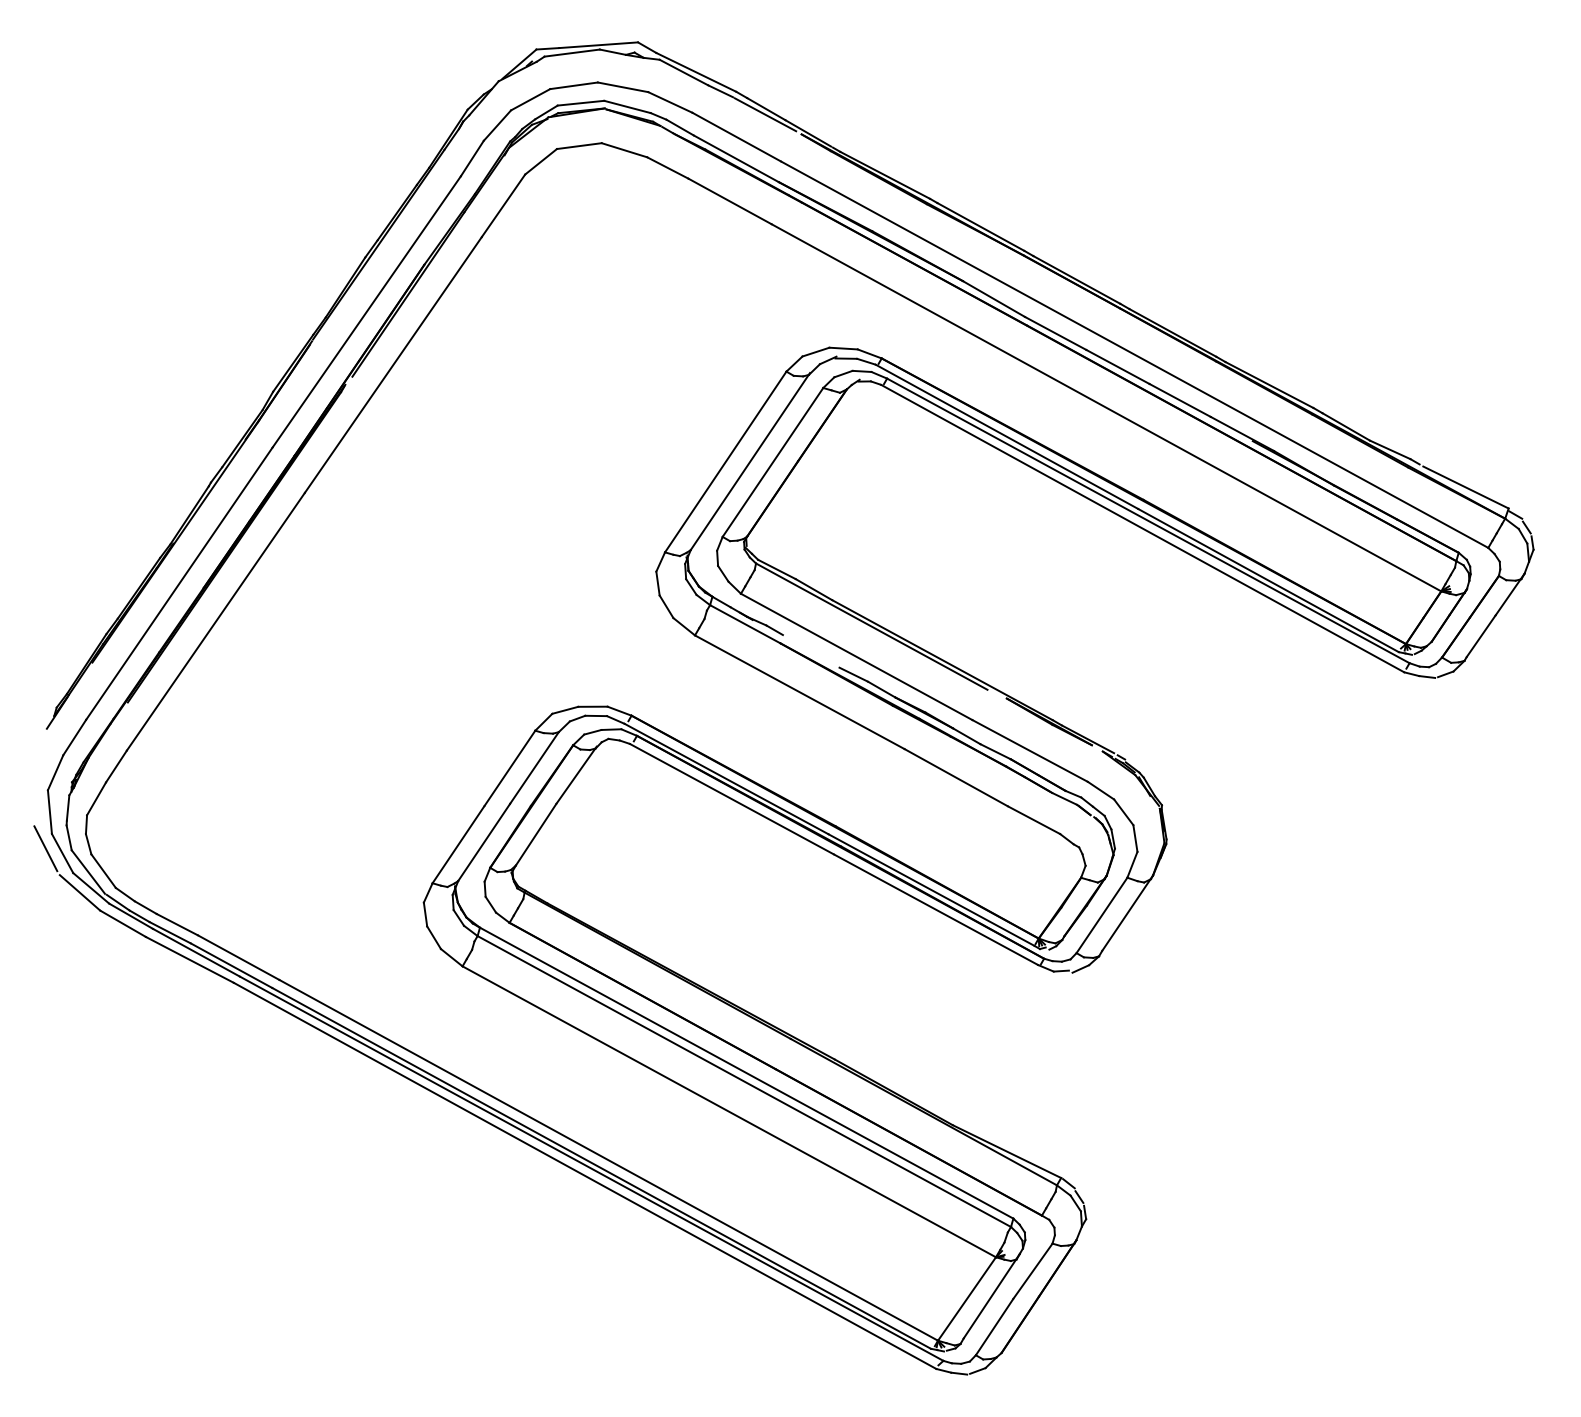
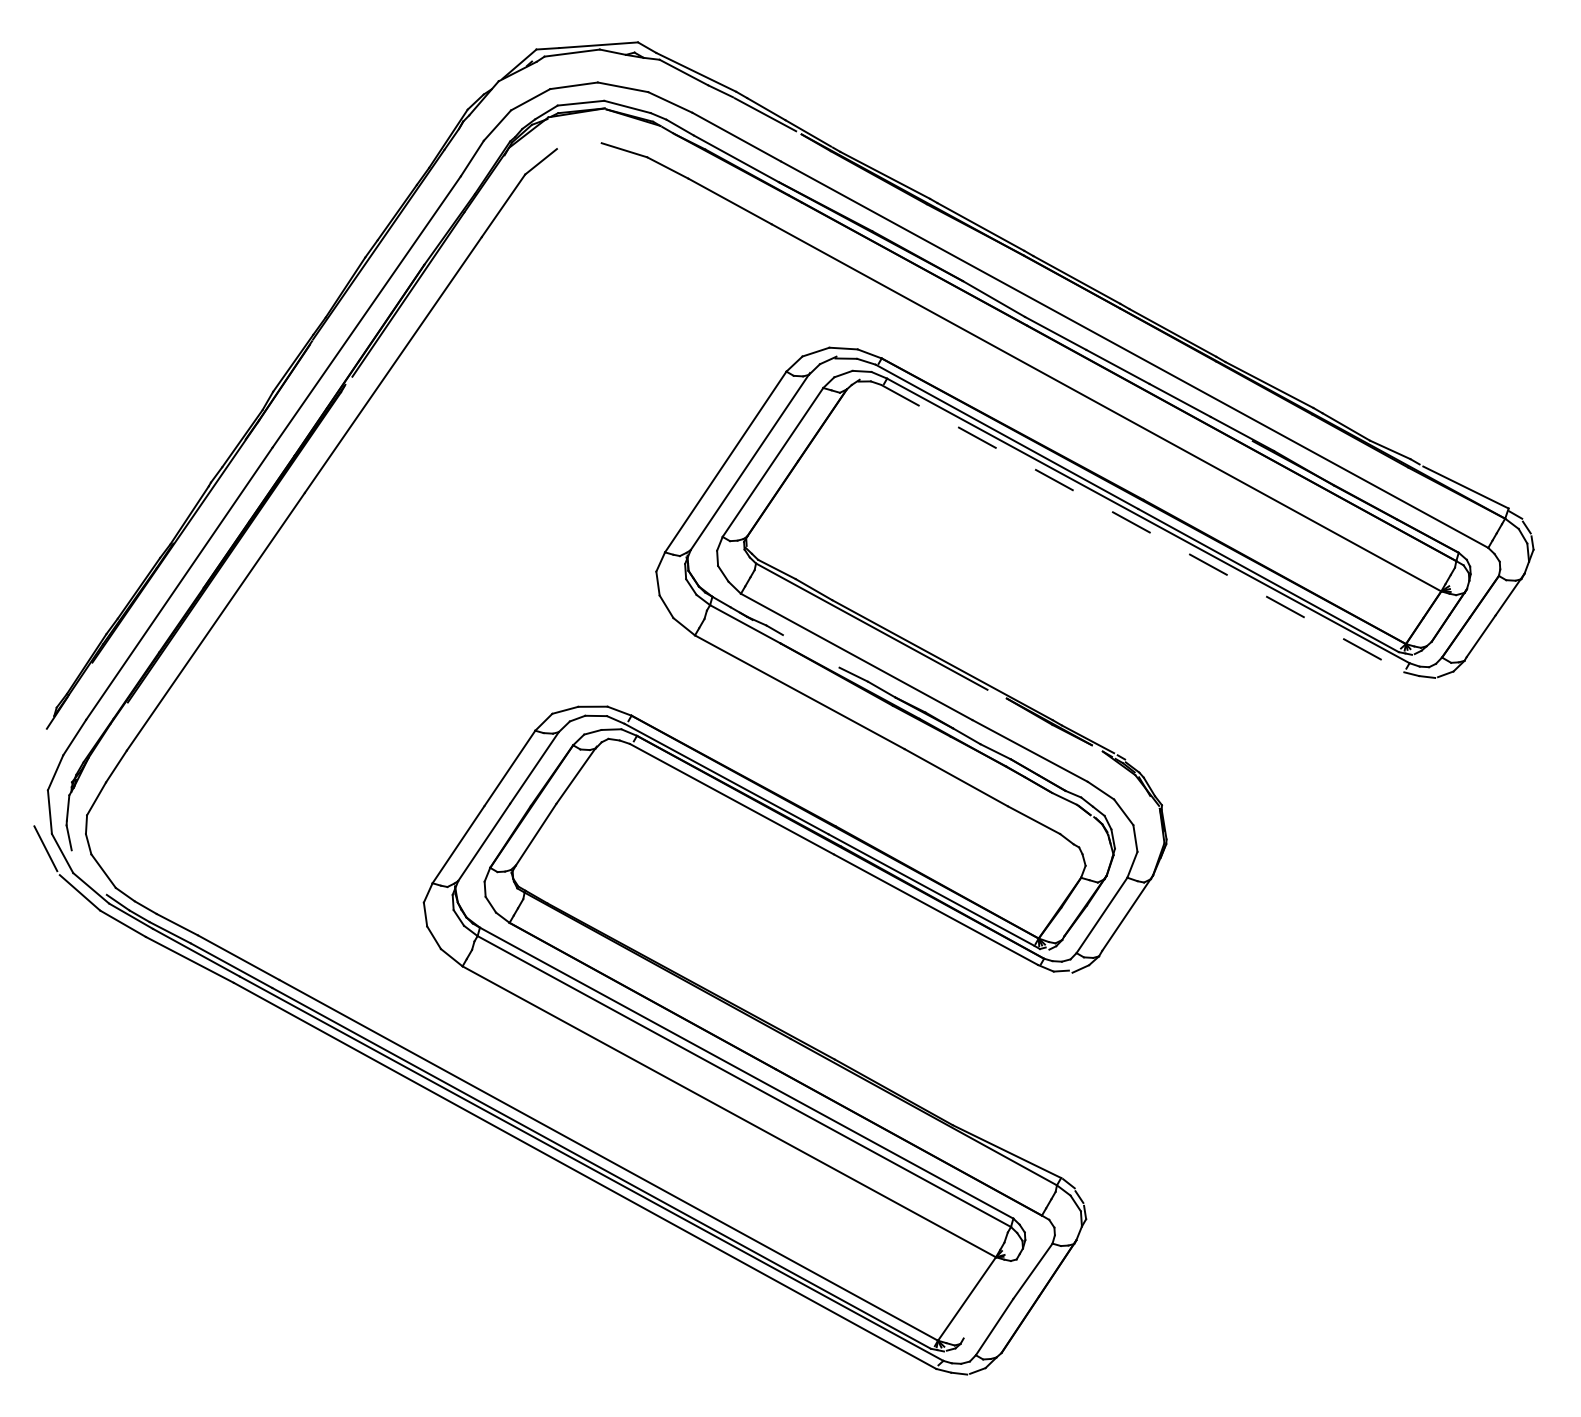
line at (578, 146): present -> none
line at (1143, 528): solid -> dashed
line at (88, 871): present -> none
line at (991, 1295): present -> none
